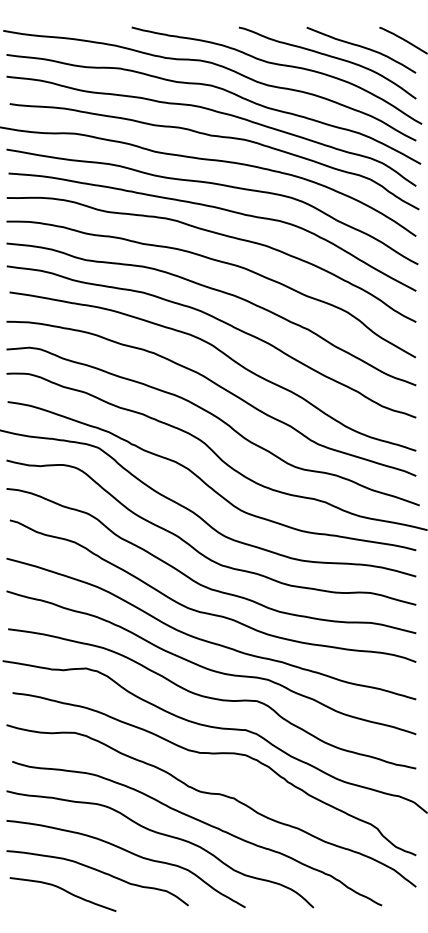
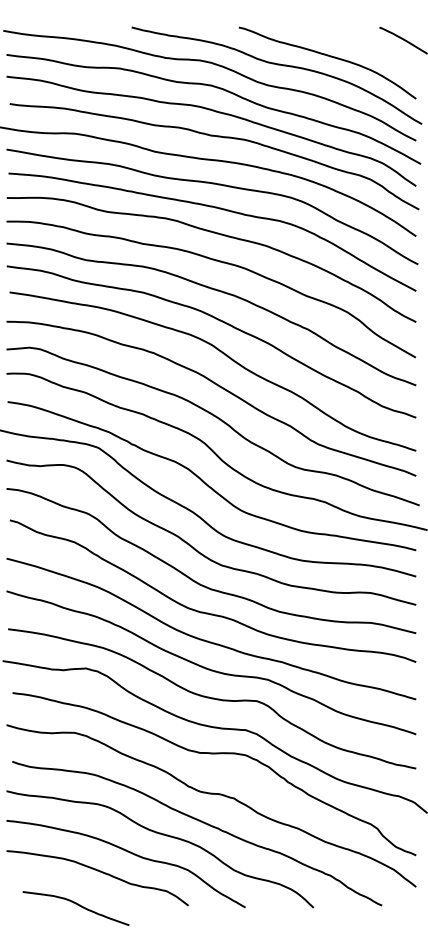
curve at (361, 47): present -> none
curve at (64, 891) position: (64, 891) -> (77, 905)
